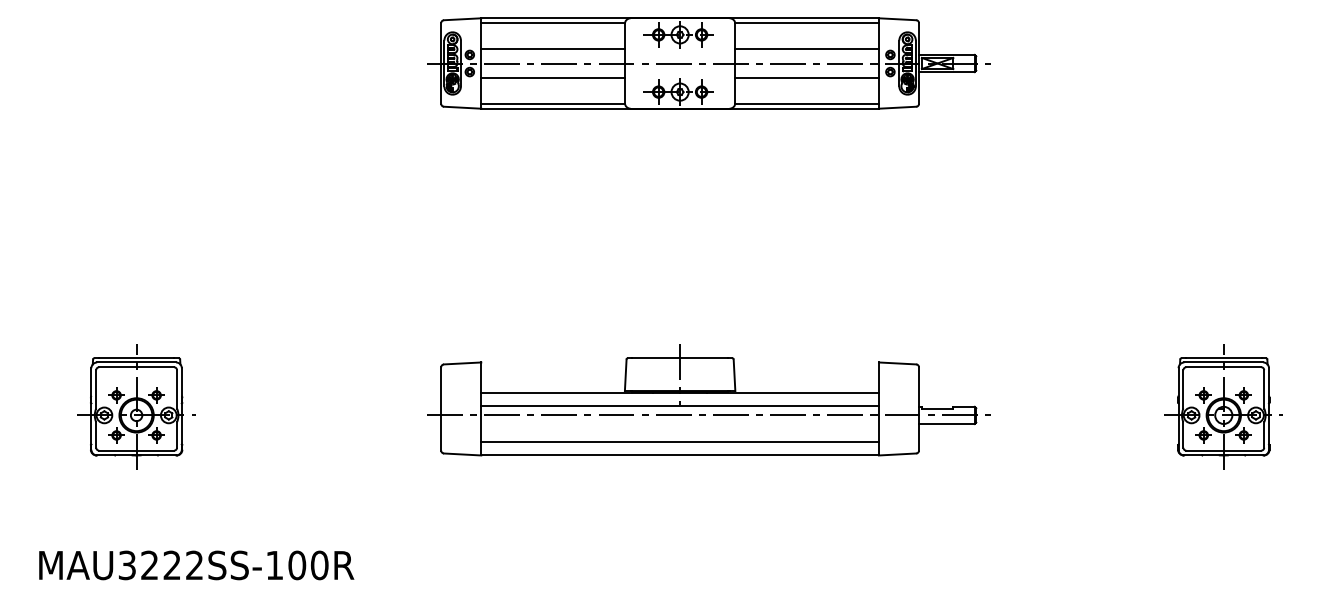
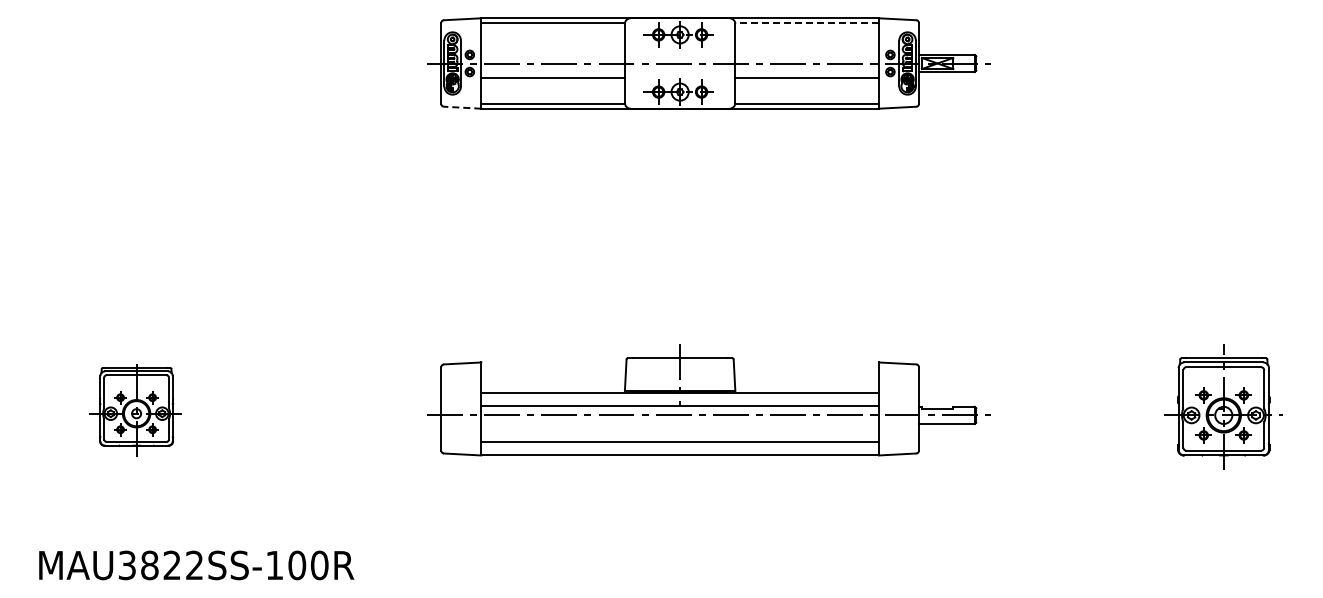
line at (807, 23): solid -> dashed
line at (552, 49): present -> none
line at (806, 49): present -> none
line at (462, 107): solid -> dashed
part at (136, 406) size: 119x126 px -> 93x93 px
text at (149, 565): MAU3222SS-100R -> MAU3822SS-100R
